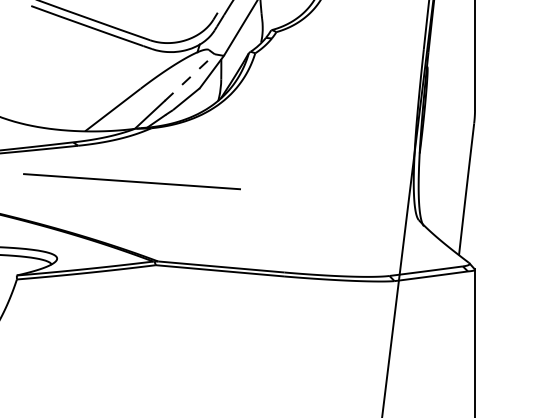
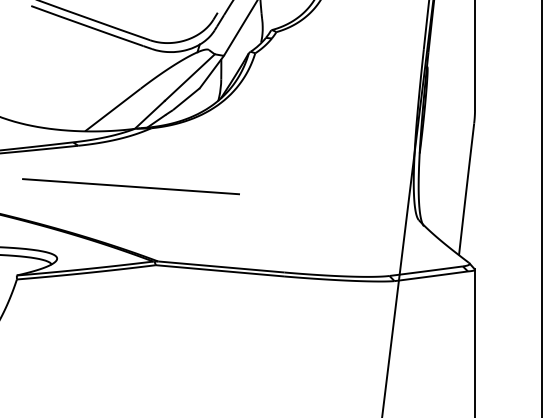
line at (190, 77): dashed -> solid
line at (131, 181) position: (131, 181) -> (130, 186)
line at (542, 208): none -> present
